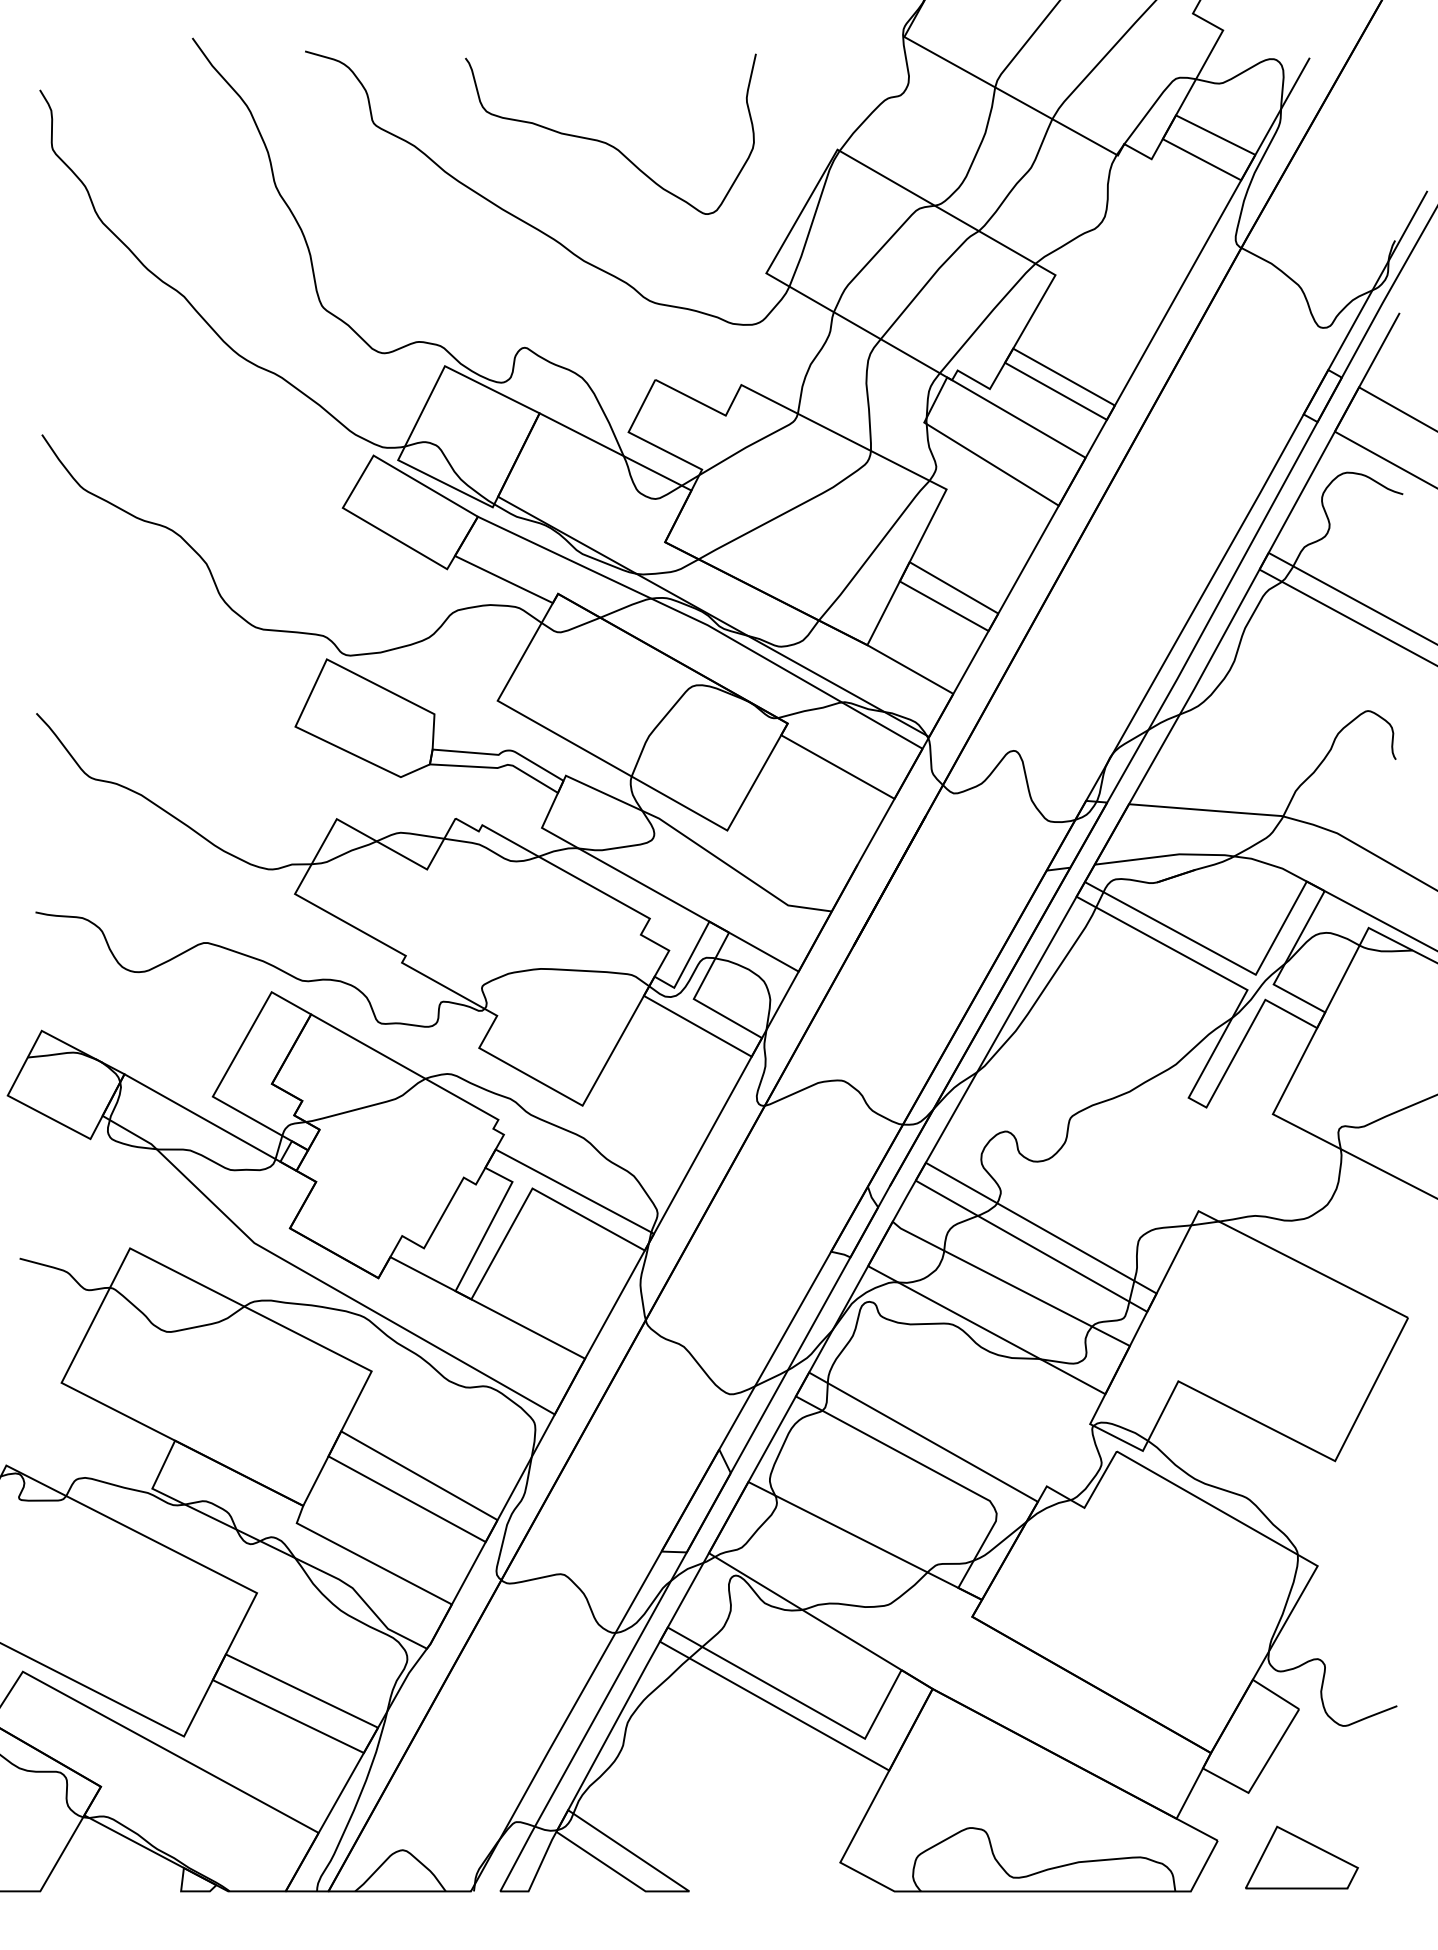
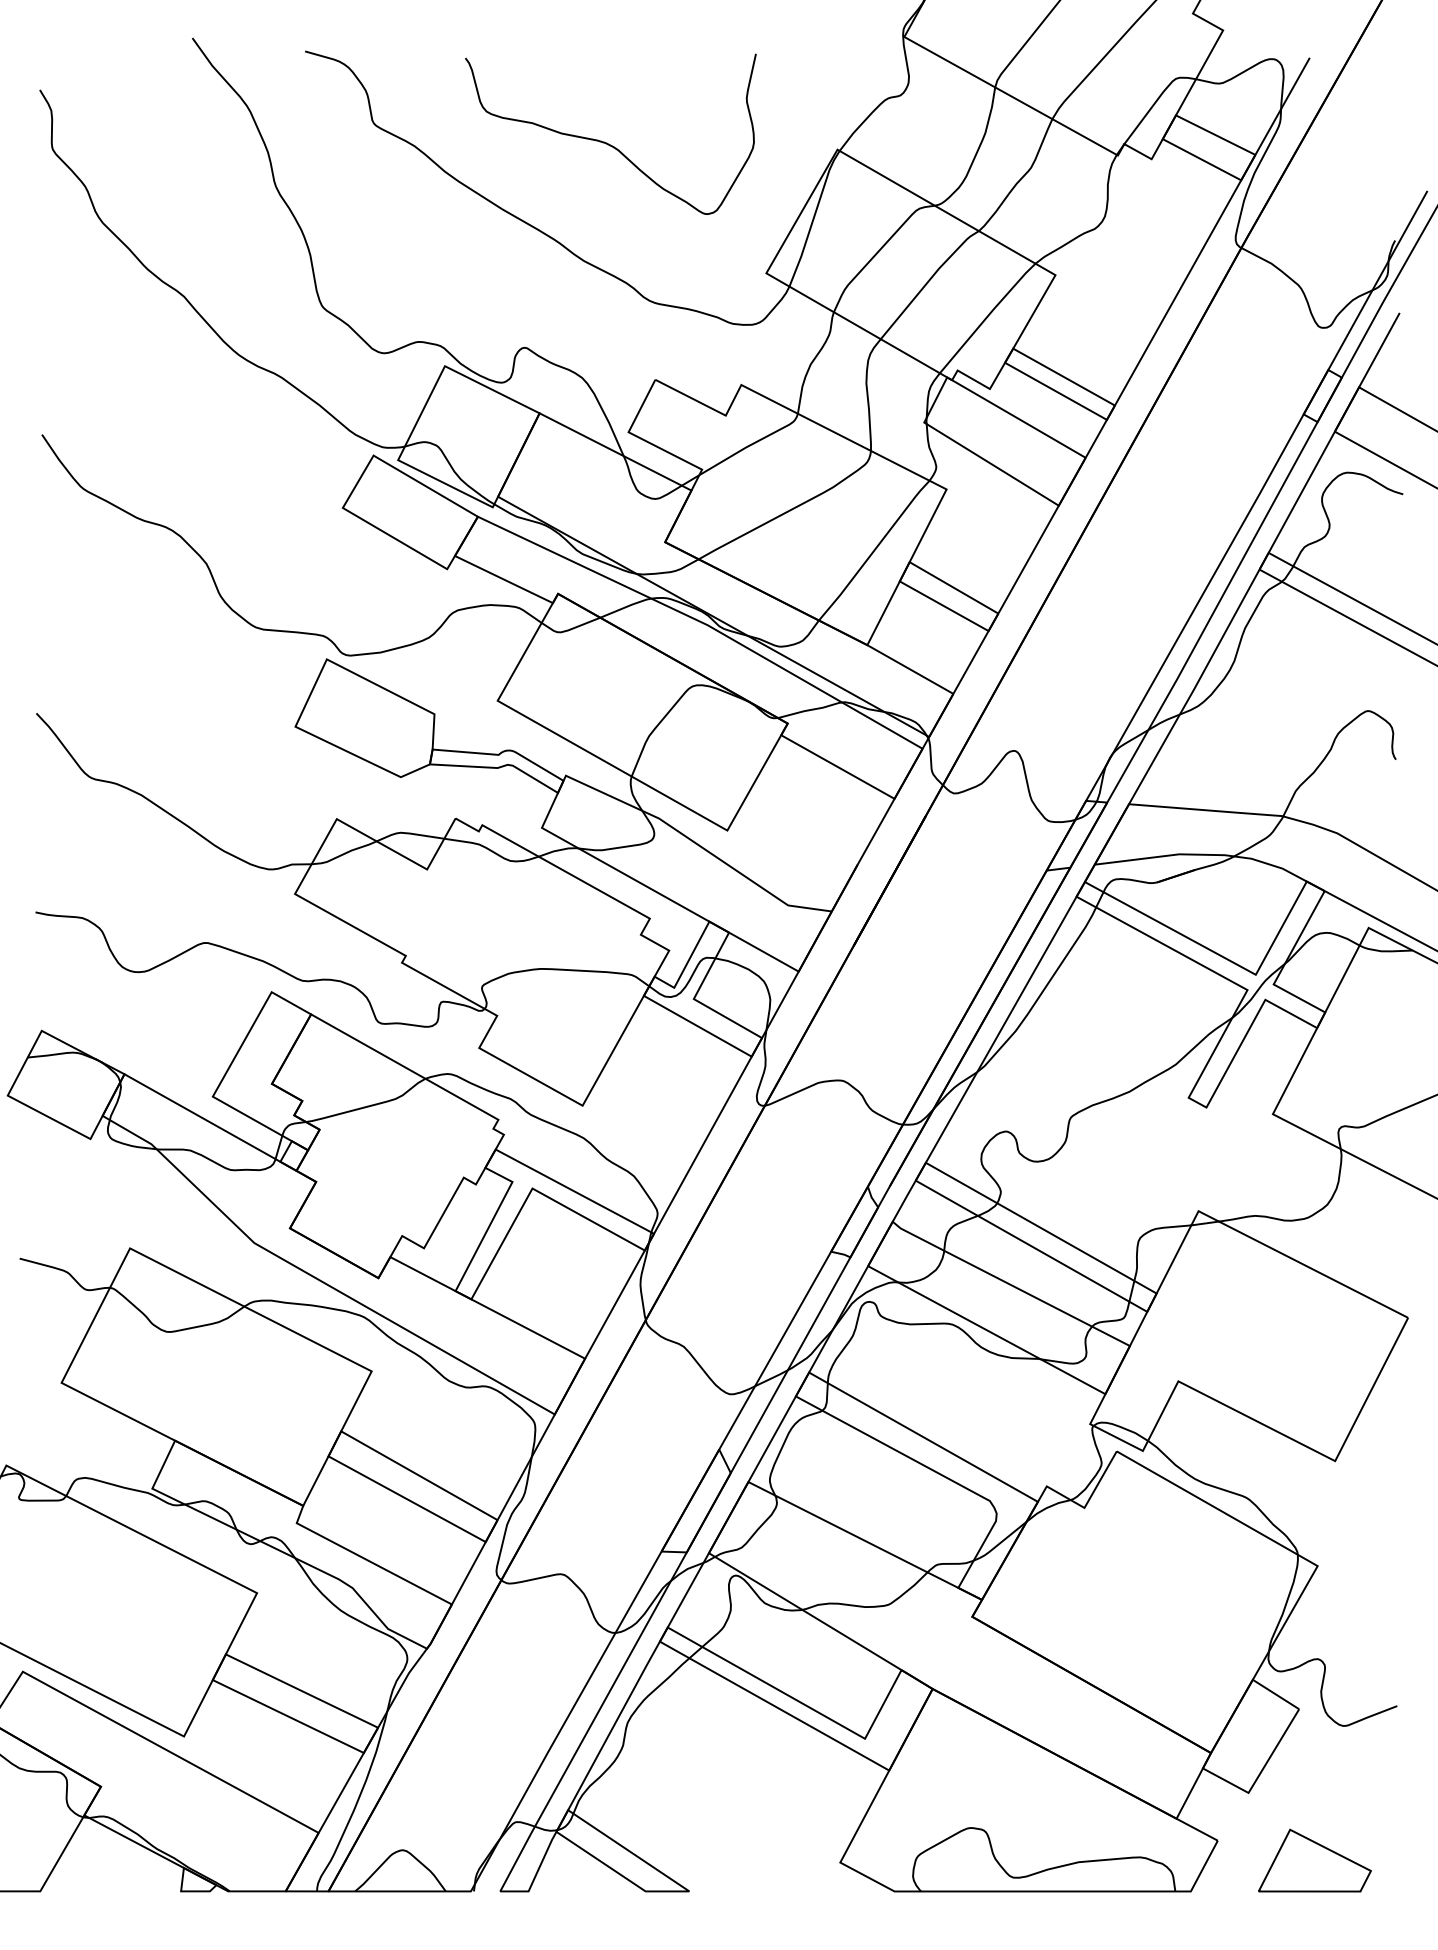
part at (1301, 1857) position: (1301, 1857) -> (1314, 1860)
